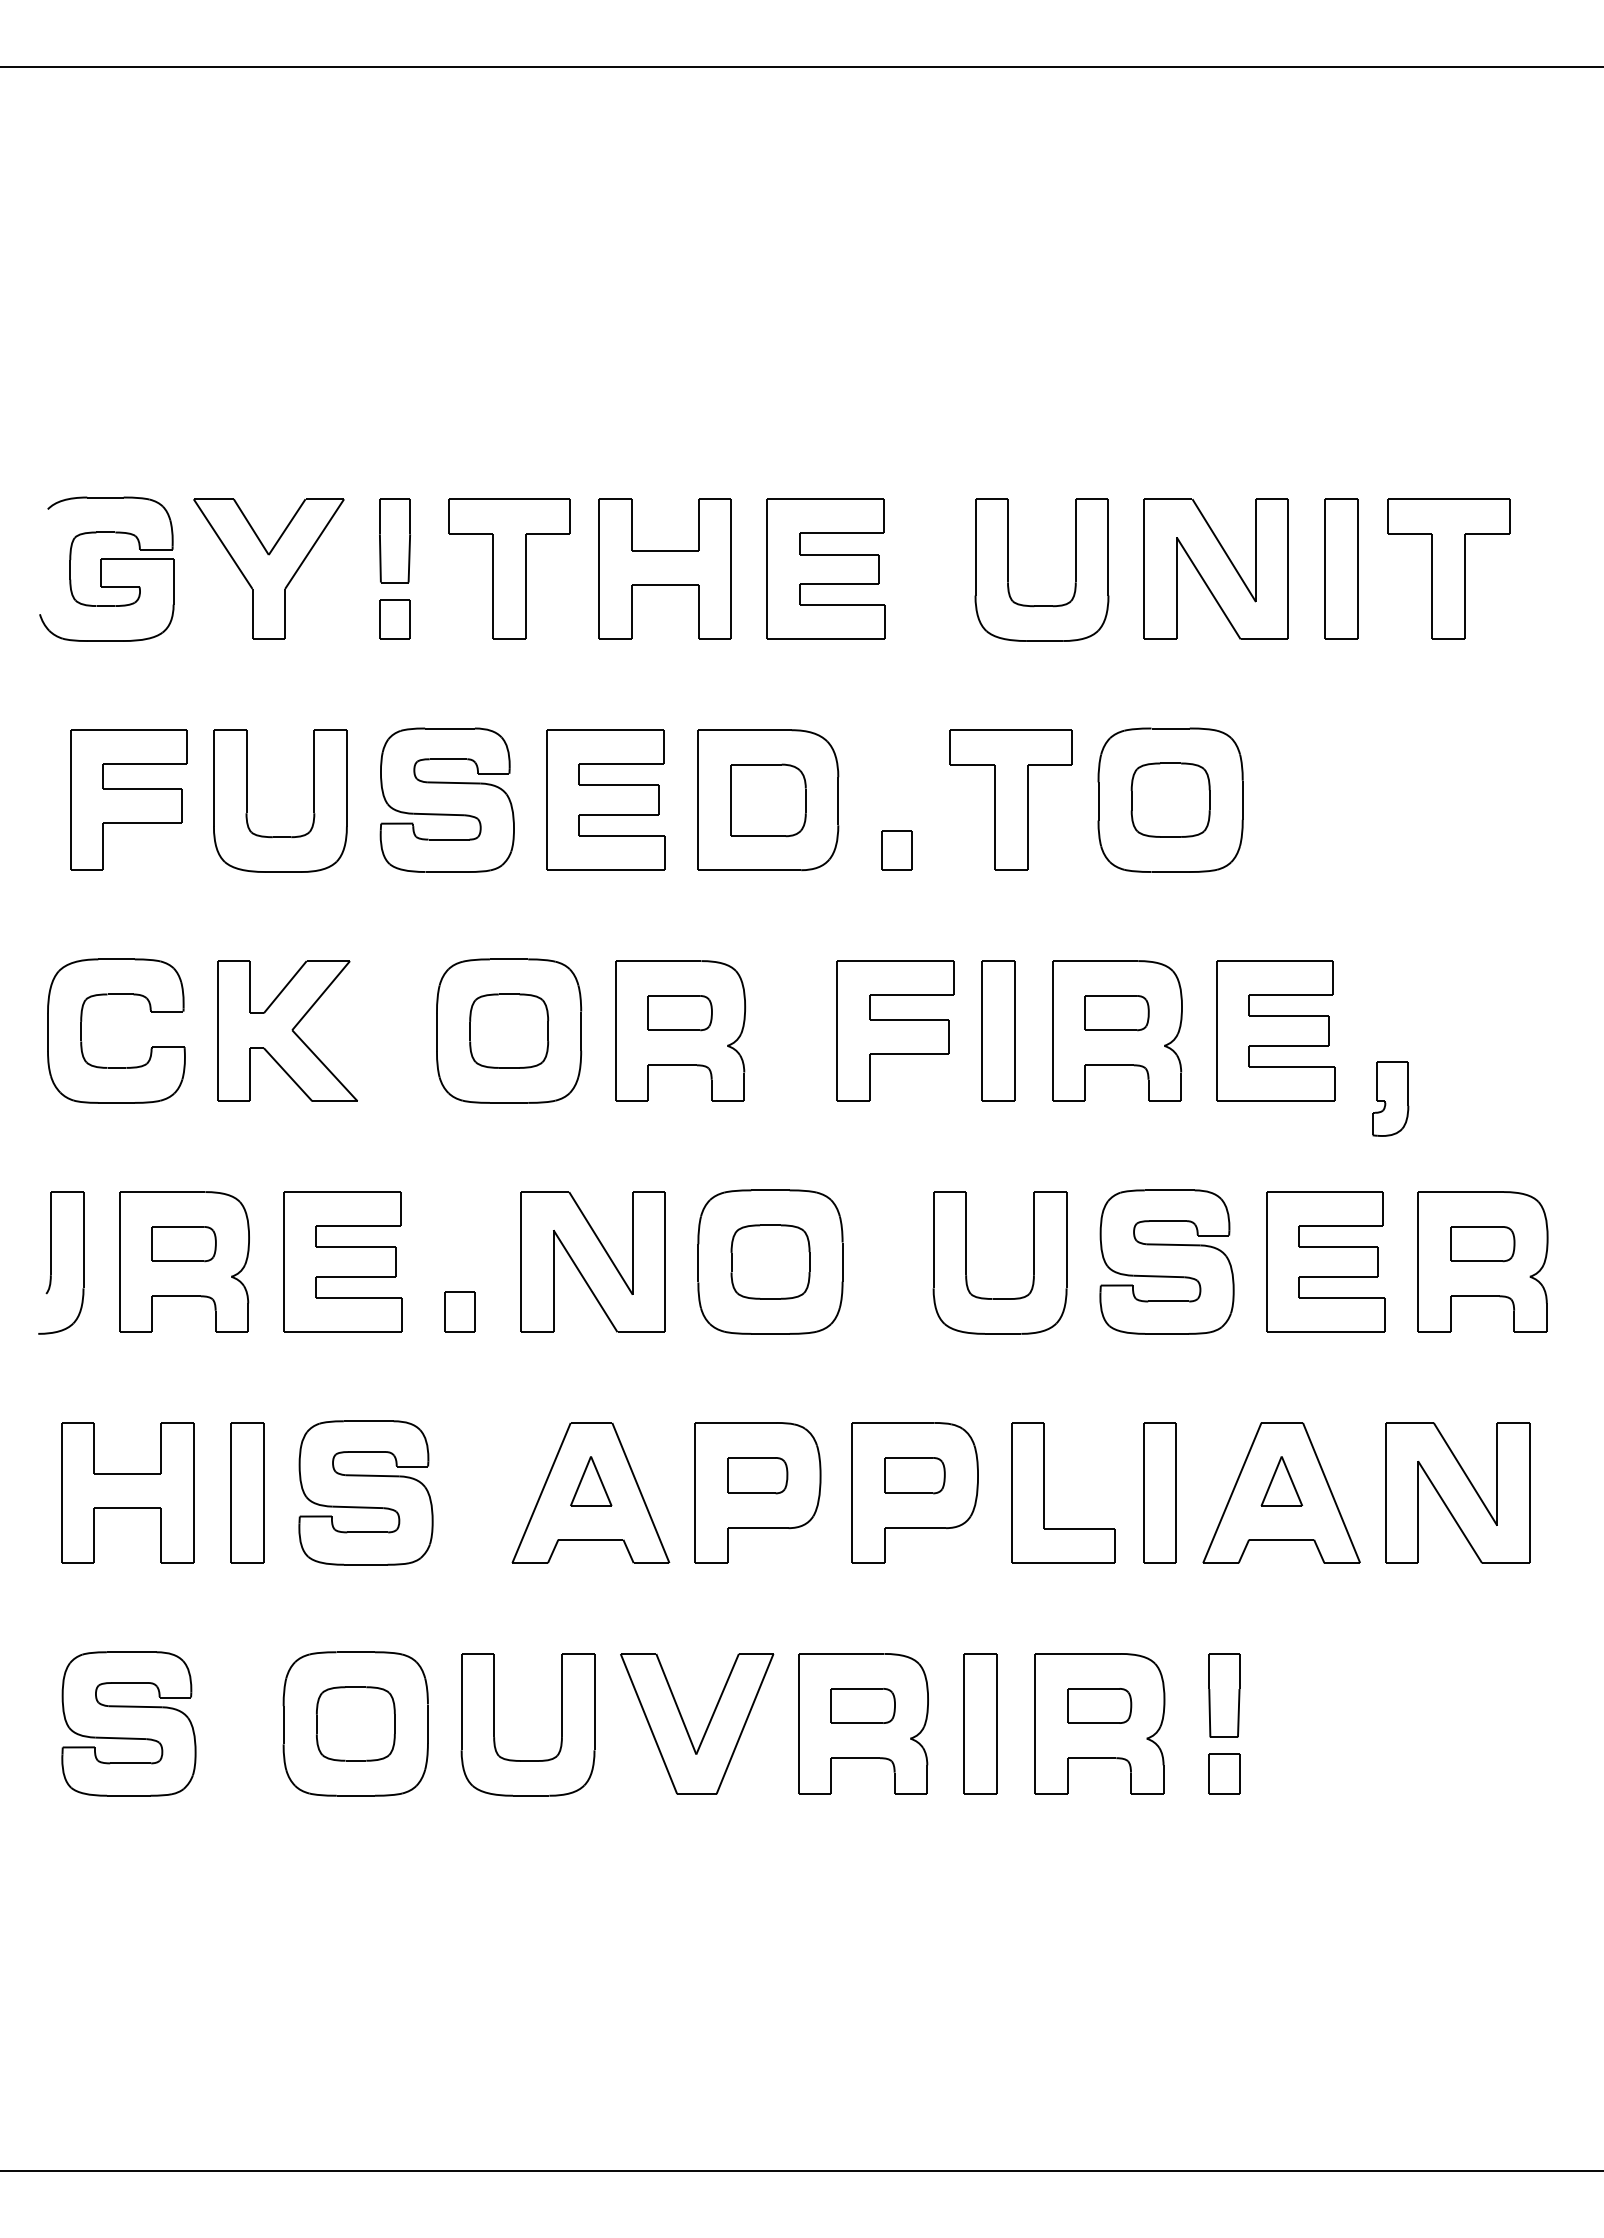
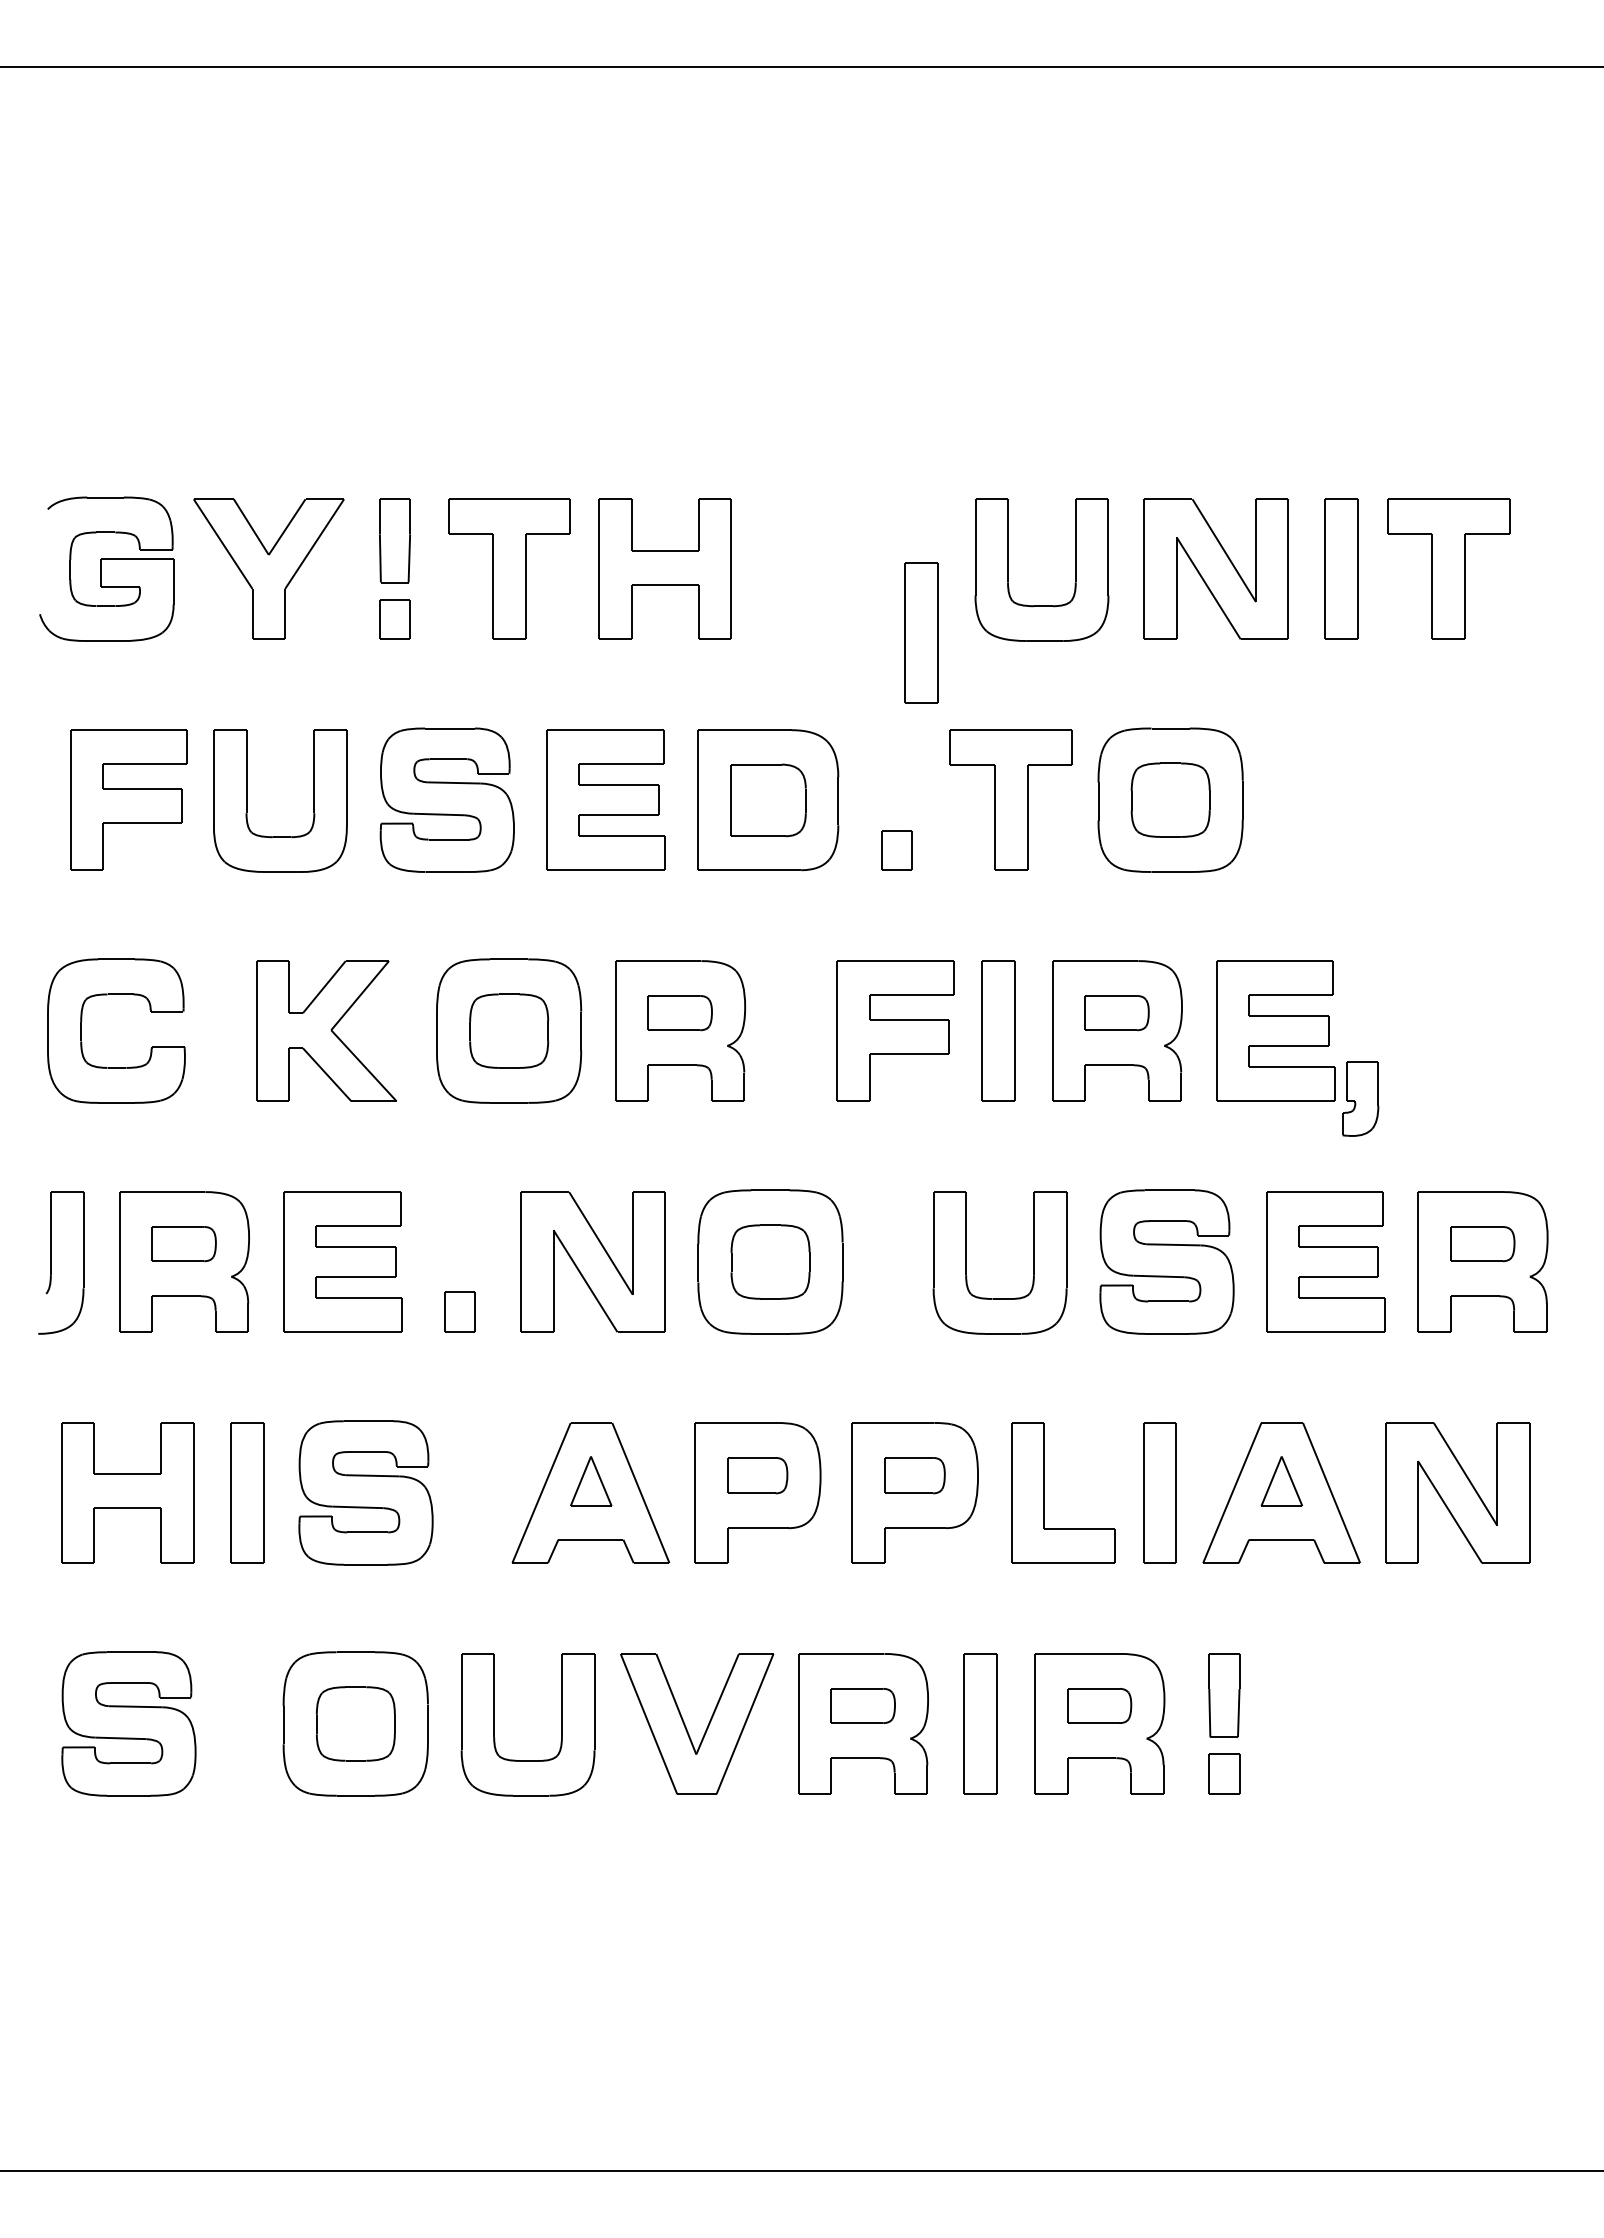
part at (825, 568): present -> none
part at (921, 632): none -> present
part at (287, 1030) position: (287, 1030) -> (326, 1030)
part at (1390, 1098) position: (1390, 1098) -> (1360, 1098)
